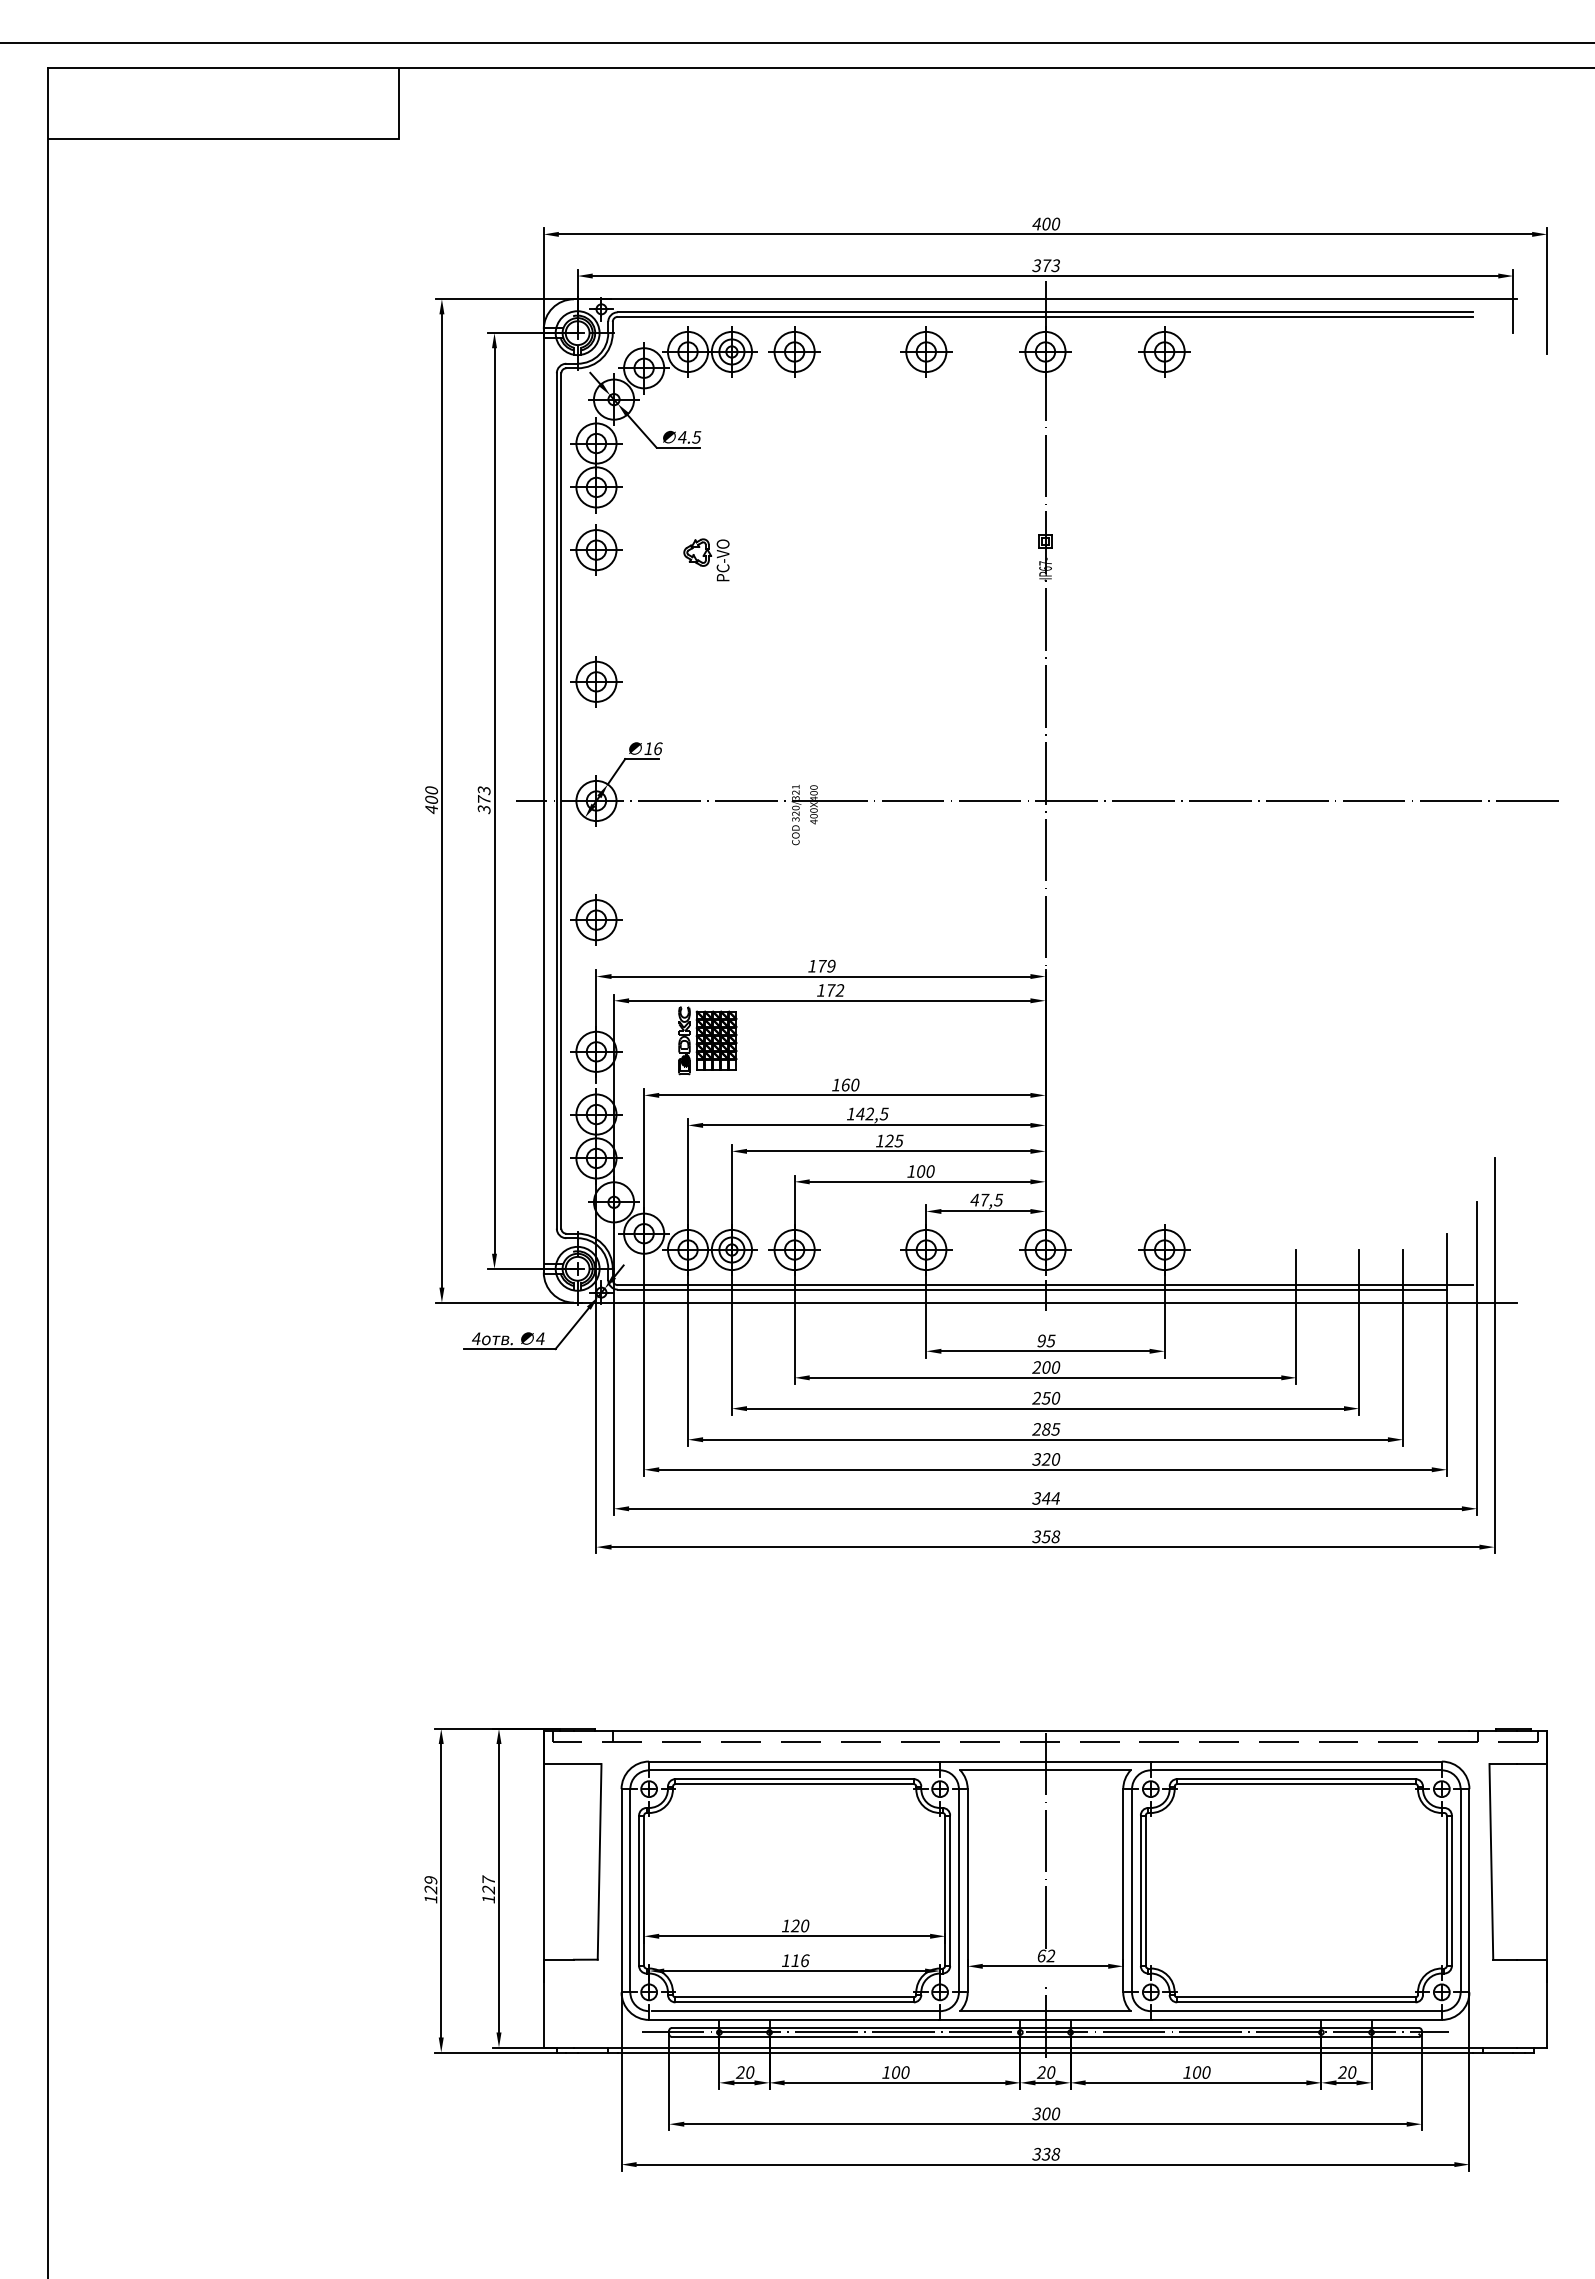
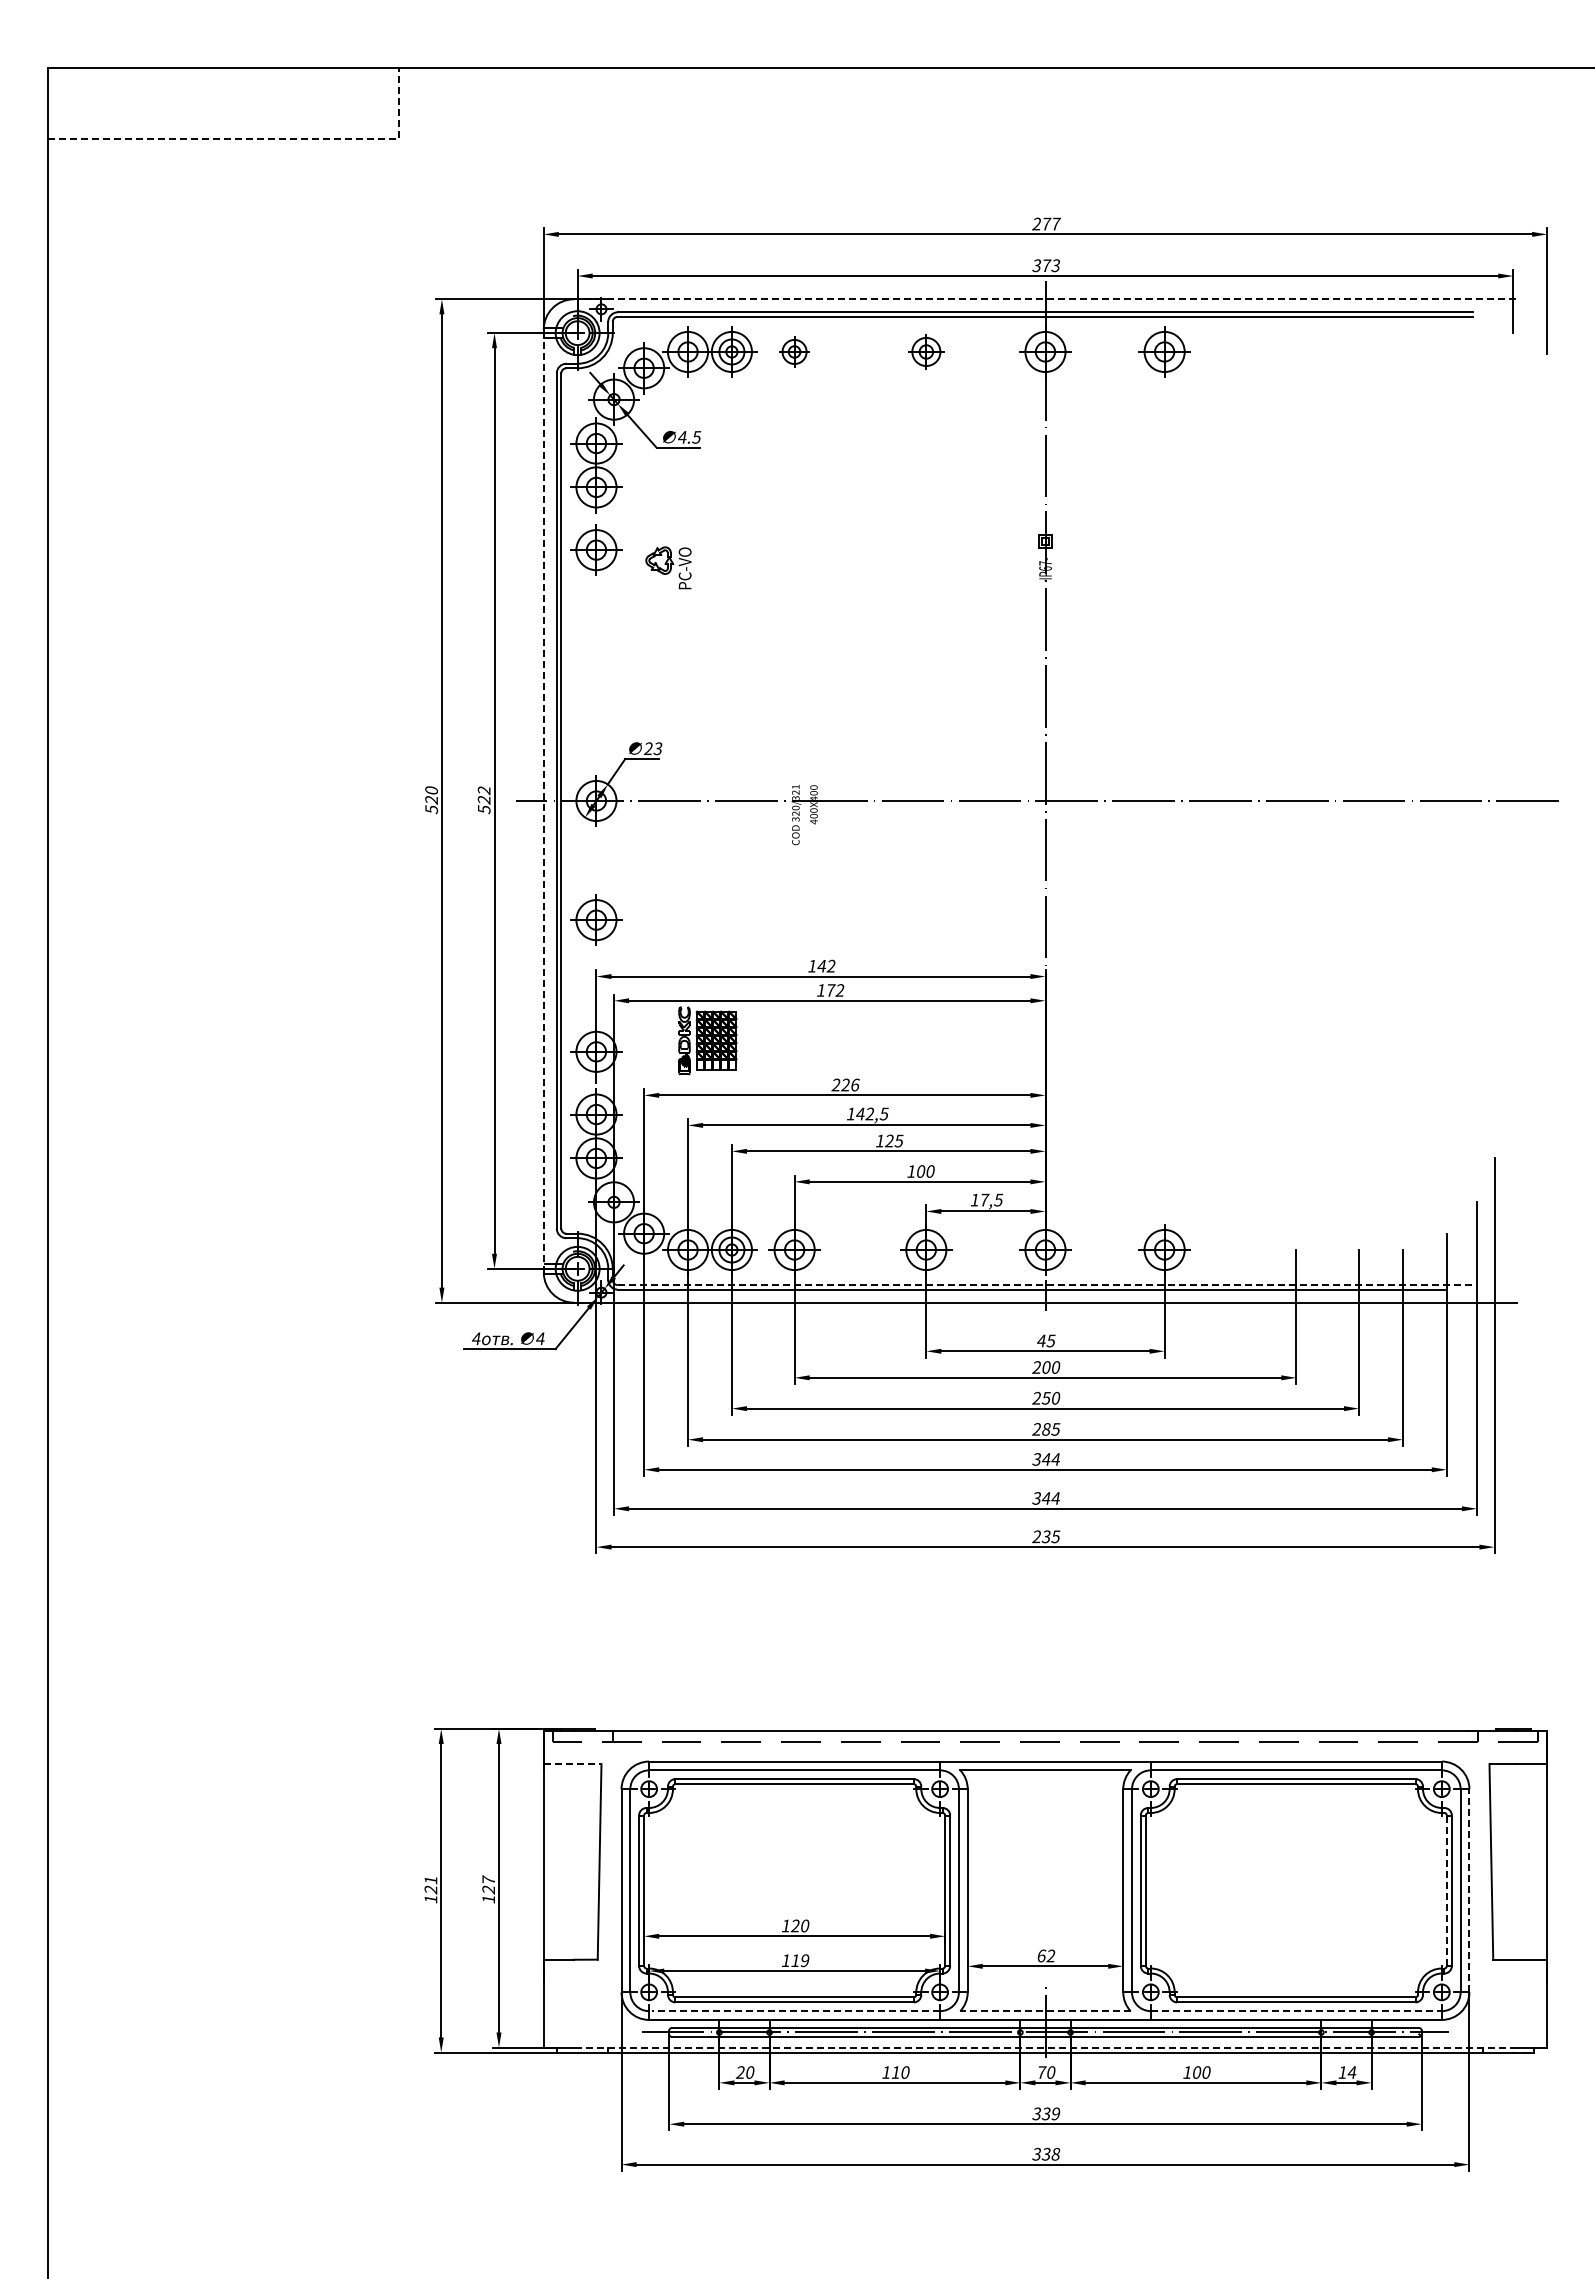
line at (796, 43): present -> none
line at (259, 138): solid -> dashed
text at (1046, 223): 400 -> 277
line at (1045, 299): solid -> dashed
part at (794, 351) size: 53x52 px -> 31x32 px
part at (926, 351) size: 53x52 px -> 37x36 px
part at (706, 559) position: (706, 559) -> (668, 567)
part at (596, 681): present -> none
text at (652, 748): 16 -> 23
text at (483, 799): 373 -> 522
line at (543, 800): solid -> dashed
text at (431, 804): 400 -> 520
text at (826, 966): 179 -> 142
text at (845, 1084): 160 -> 226
text at (974, 1199): 47,5 -> 17,5
line at (1045, 1285): solid -> dashed
text at (1041, 1340): 95 -> 45
text at (1050, 1459): 320 -> 344
text at (1046, 1536): 358 -> 235
line at (572, 1764): solid -> dashed
line at (1045, 1837): present -> none
text at (430, 1880): 129 -> 121
line at (1446, 1890): solid -> dashed
line at (1469, 1890): solid -> dashed
text at (804, 1960): 116 -> 119
line at (795, 2011): solid -> dashed
line at (1044, 2011): solid -> dashed
line at (1296, 2011): solid -> dashed
line at (1045, 2047): solid -> dashed
text at (895, 2072): 100 -> 110
text at (1041, 2072): 20 -> 70
text at (1346, 2072): 20 -> 14
text at (1050, 2113): 300 -> 339
